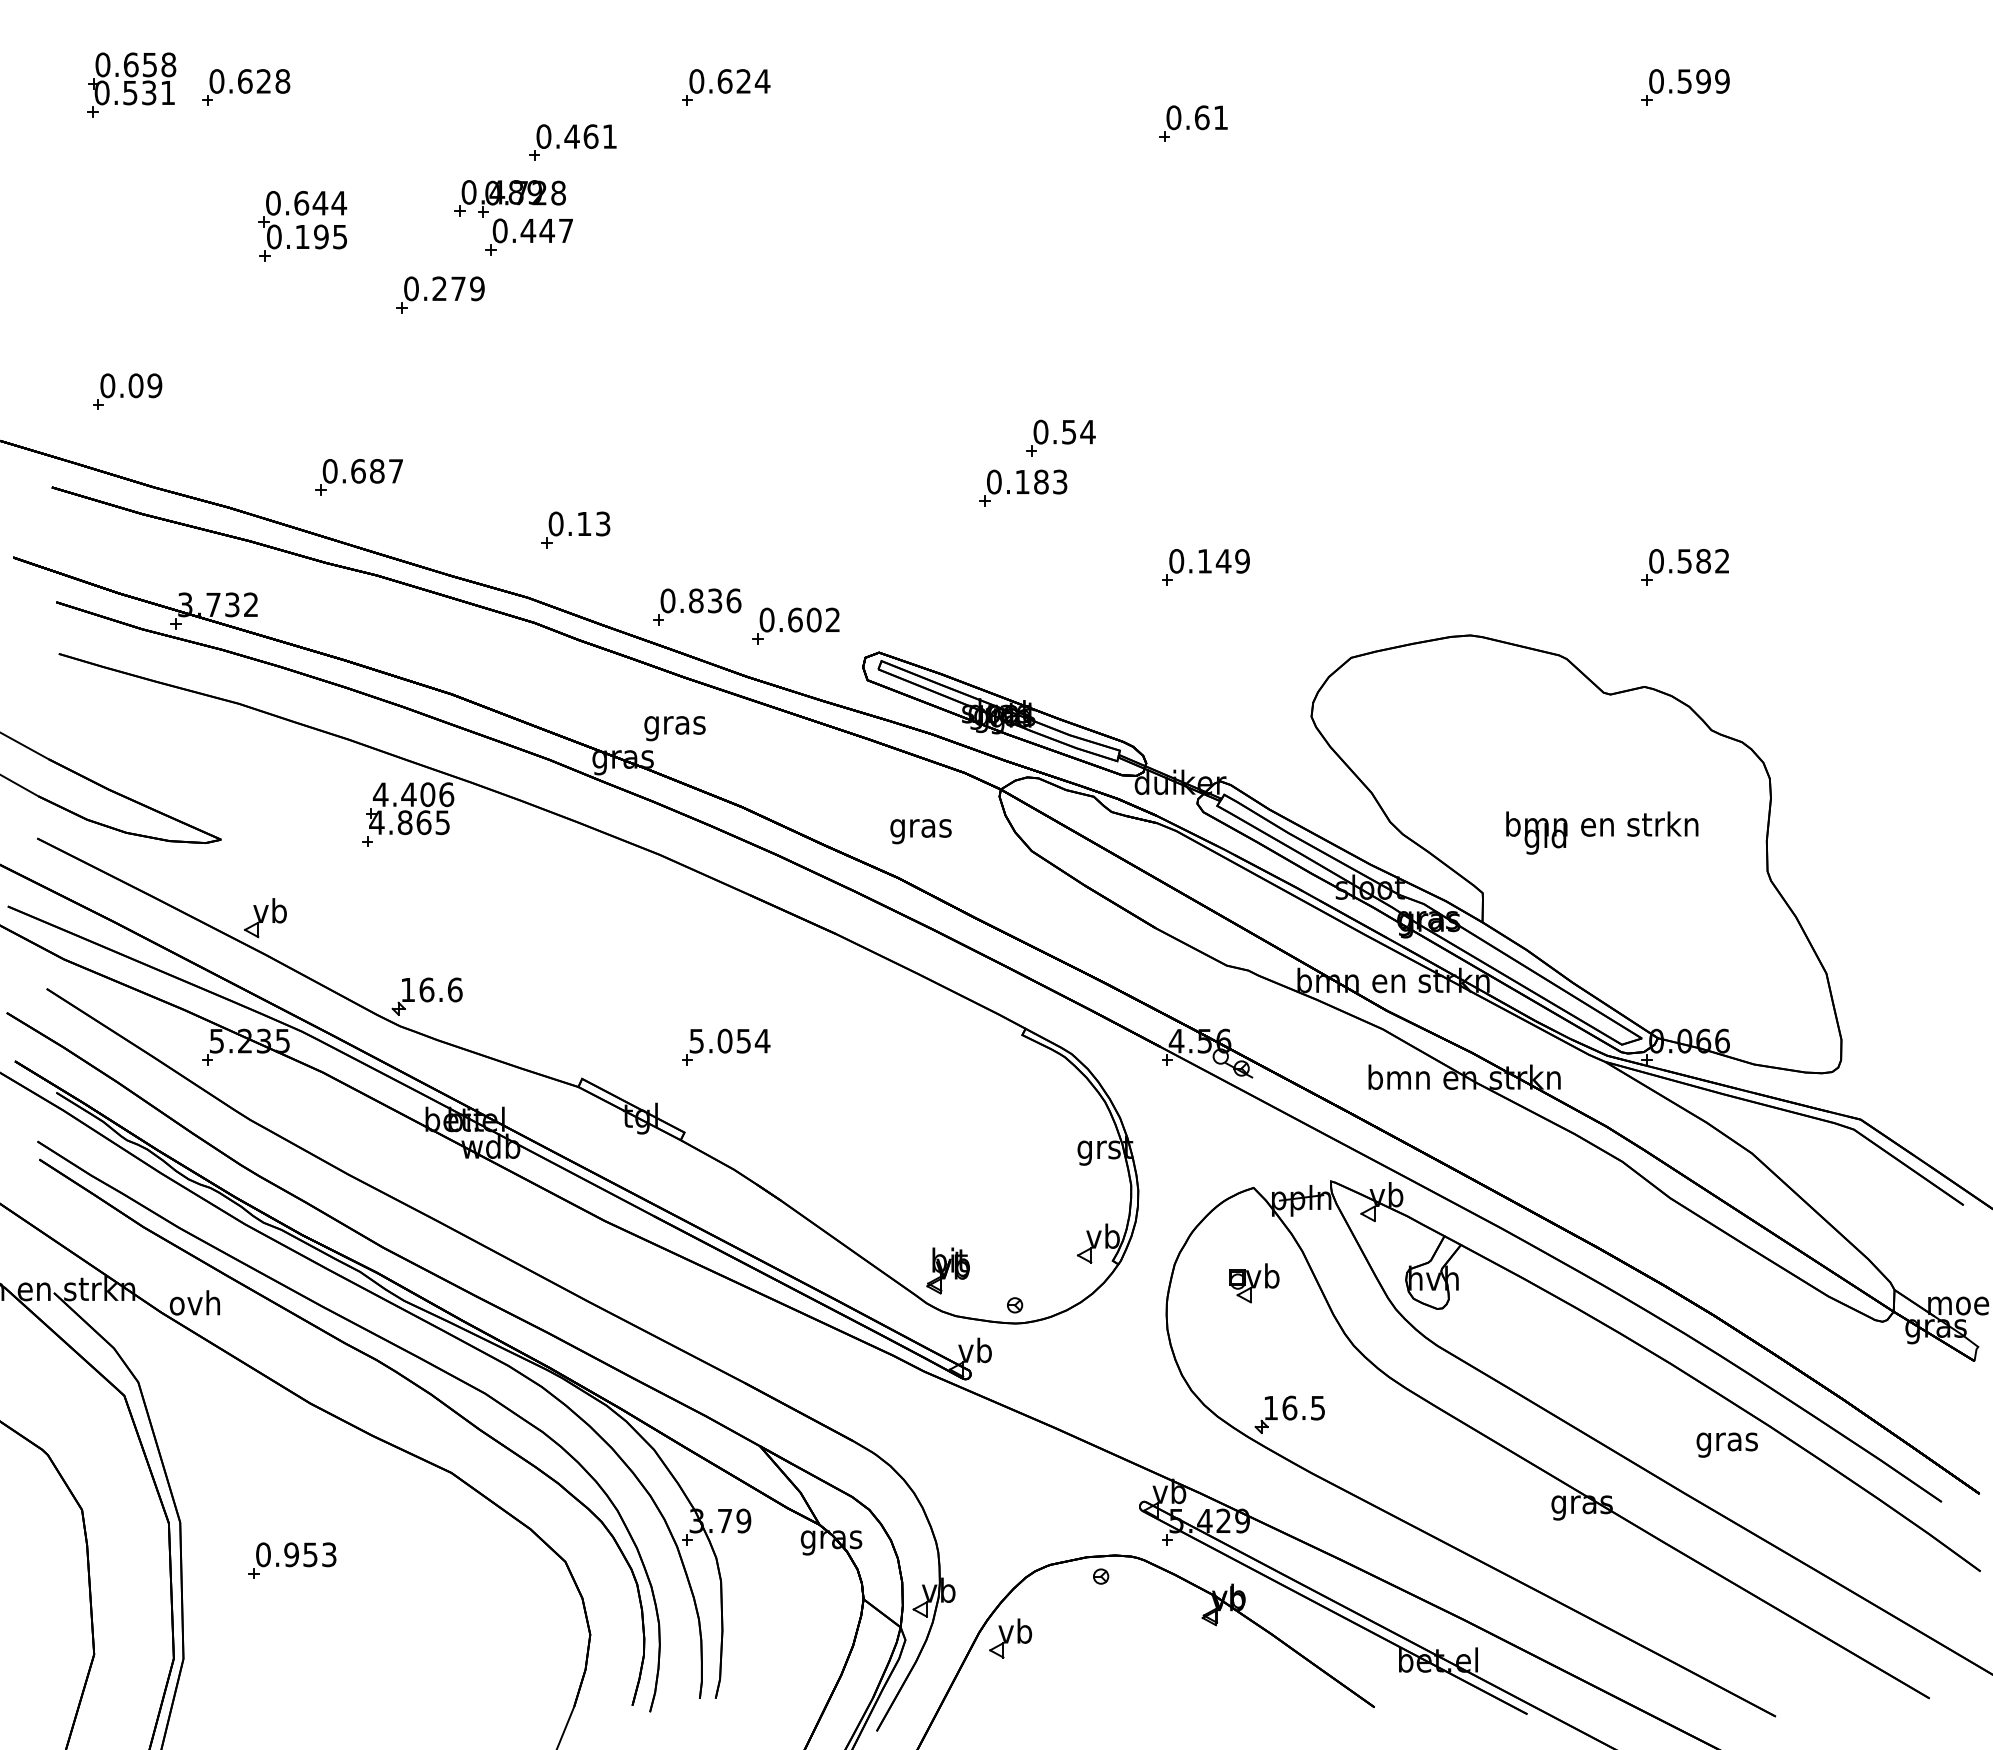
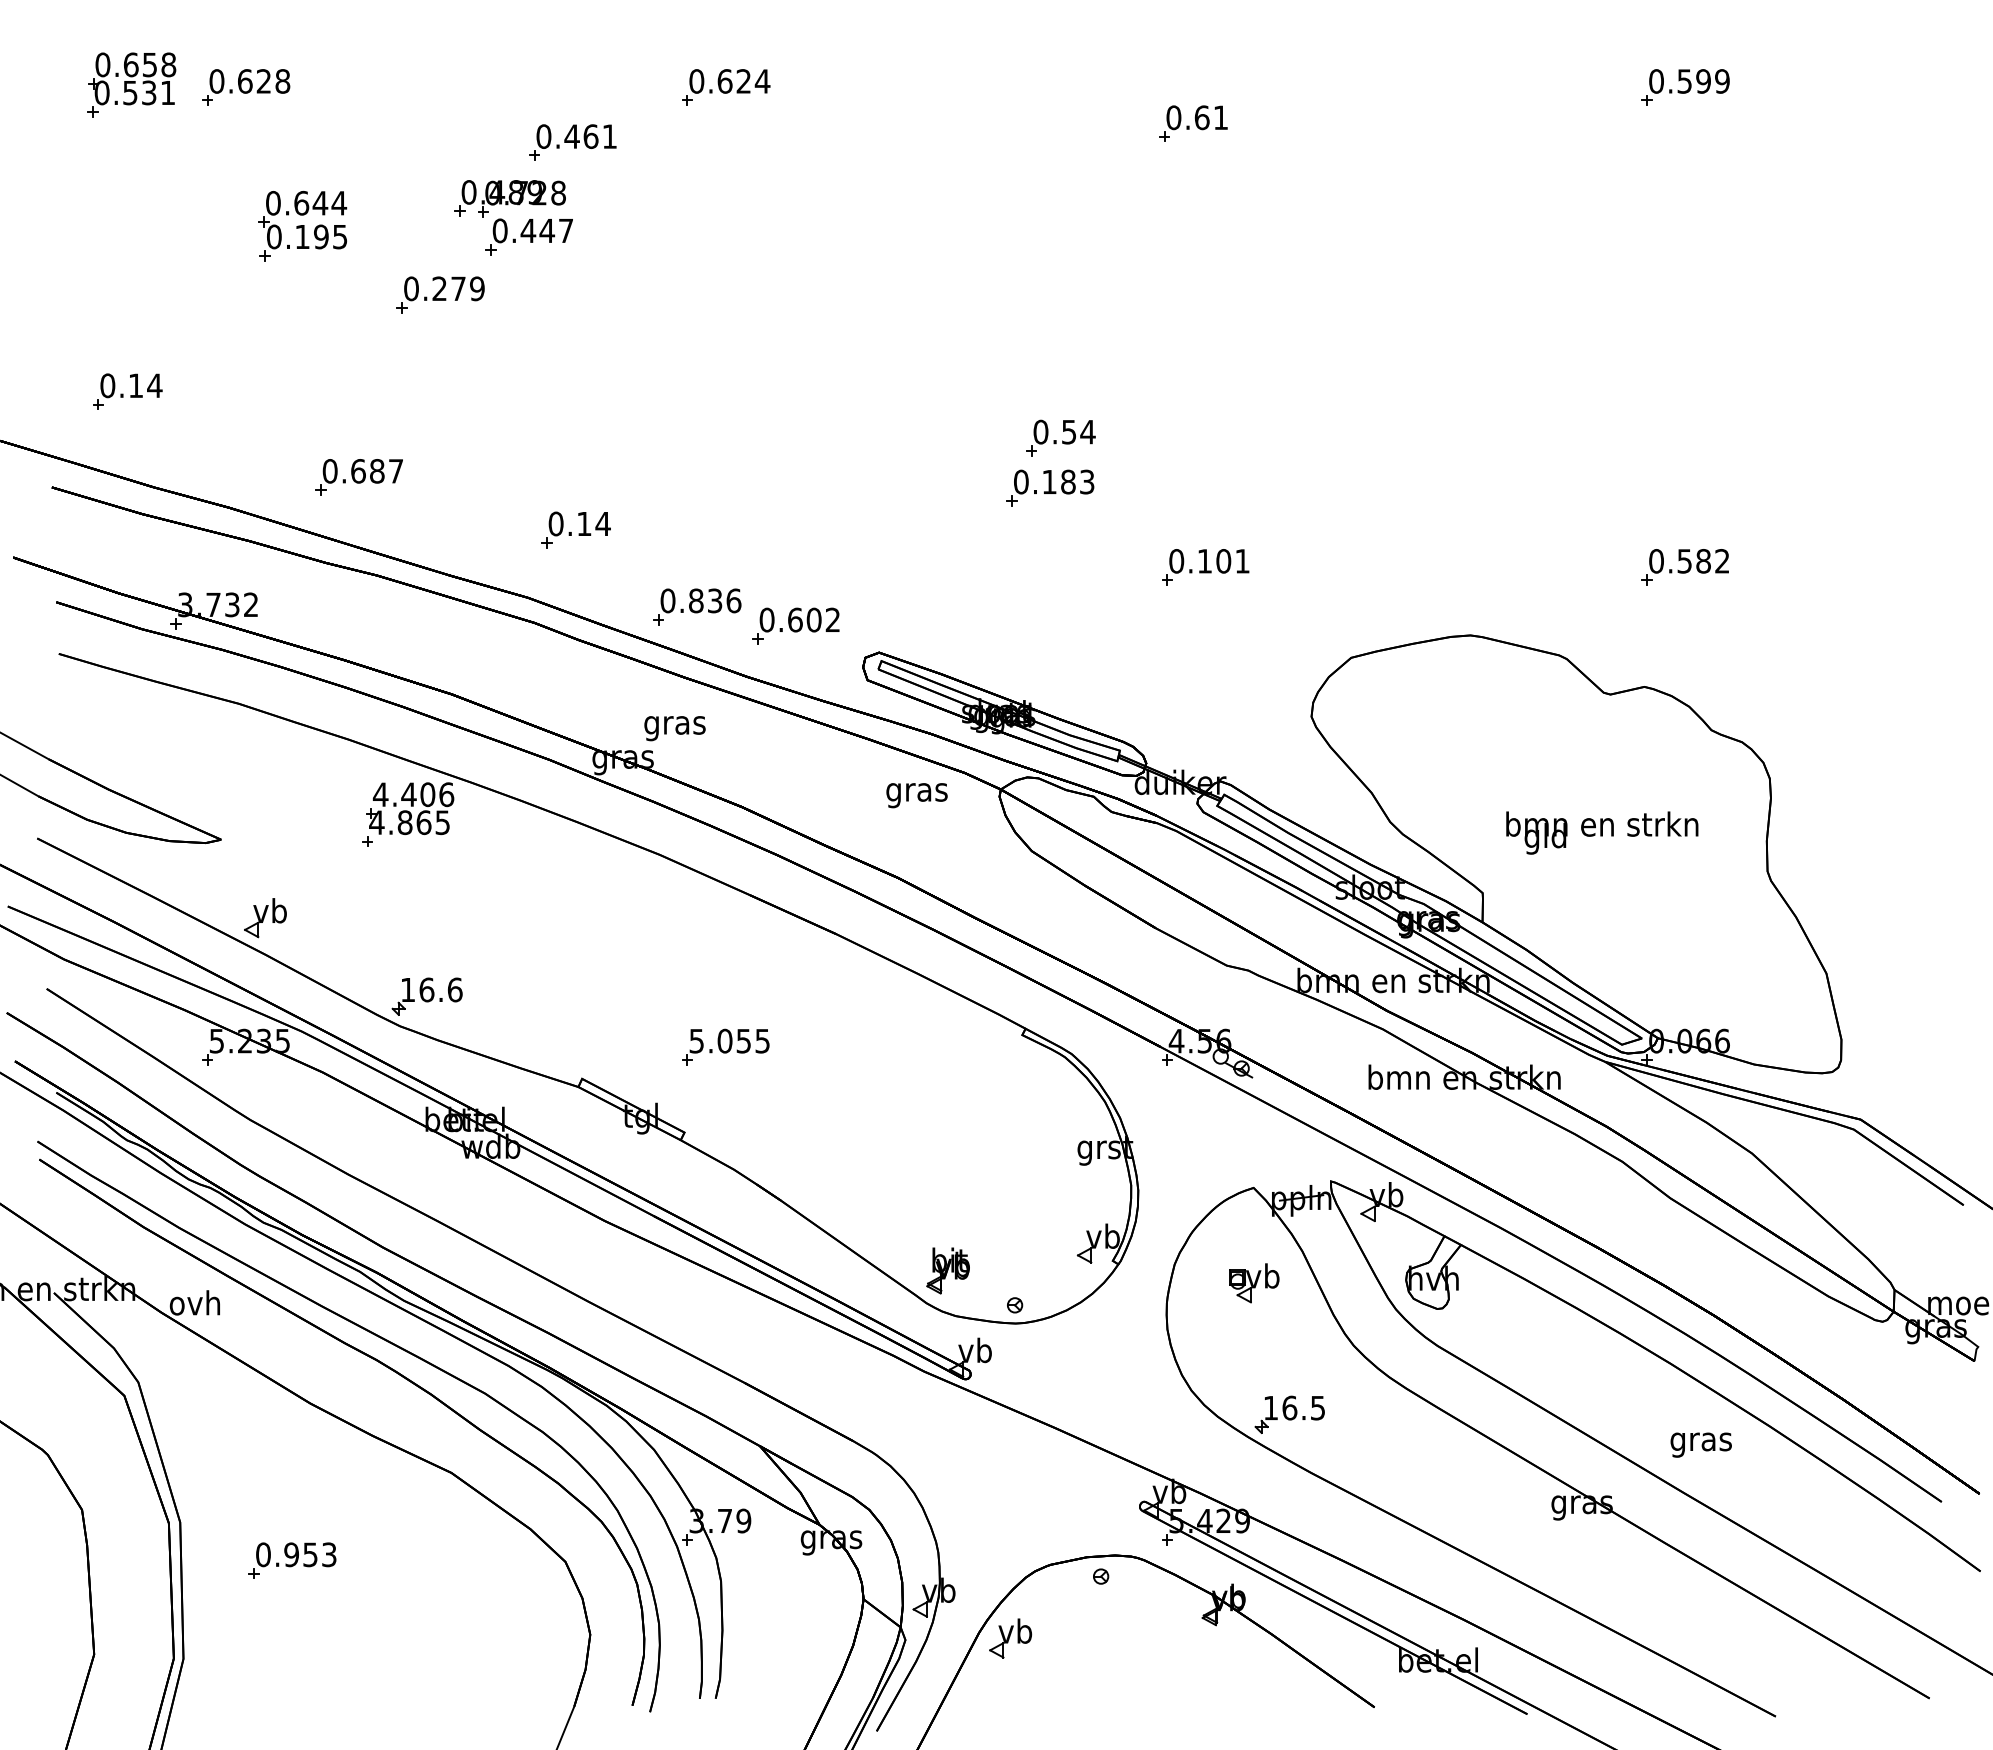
text at (145, 385): 0.09 -> 0.14
part at (1023, 487) position: (1023, 487) -> (1050, 487)
text at (602, 523): 0.13 -> 0.14
text at (1232, 561): 0.149 -> 0.101
text at (920, 831) position: (920, 831) -> (916, 795)
text at (762, 1041): 5.054 -> 5.055
text at (1726, 1444) position: (1726, 1444) -> (1700, 1444)
